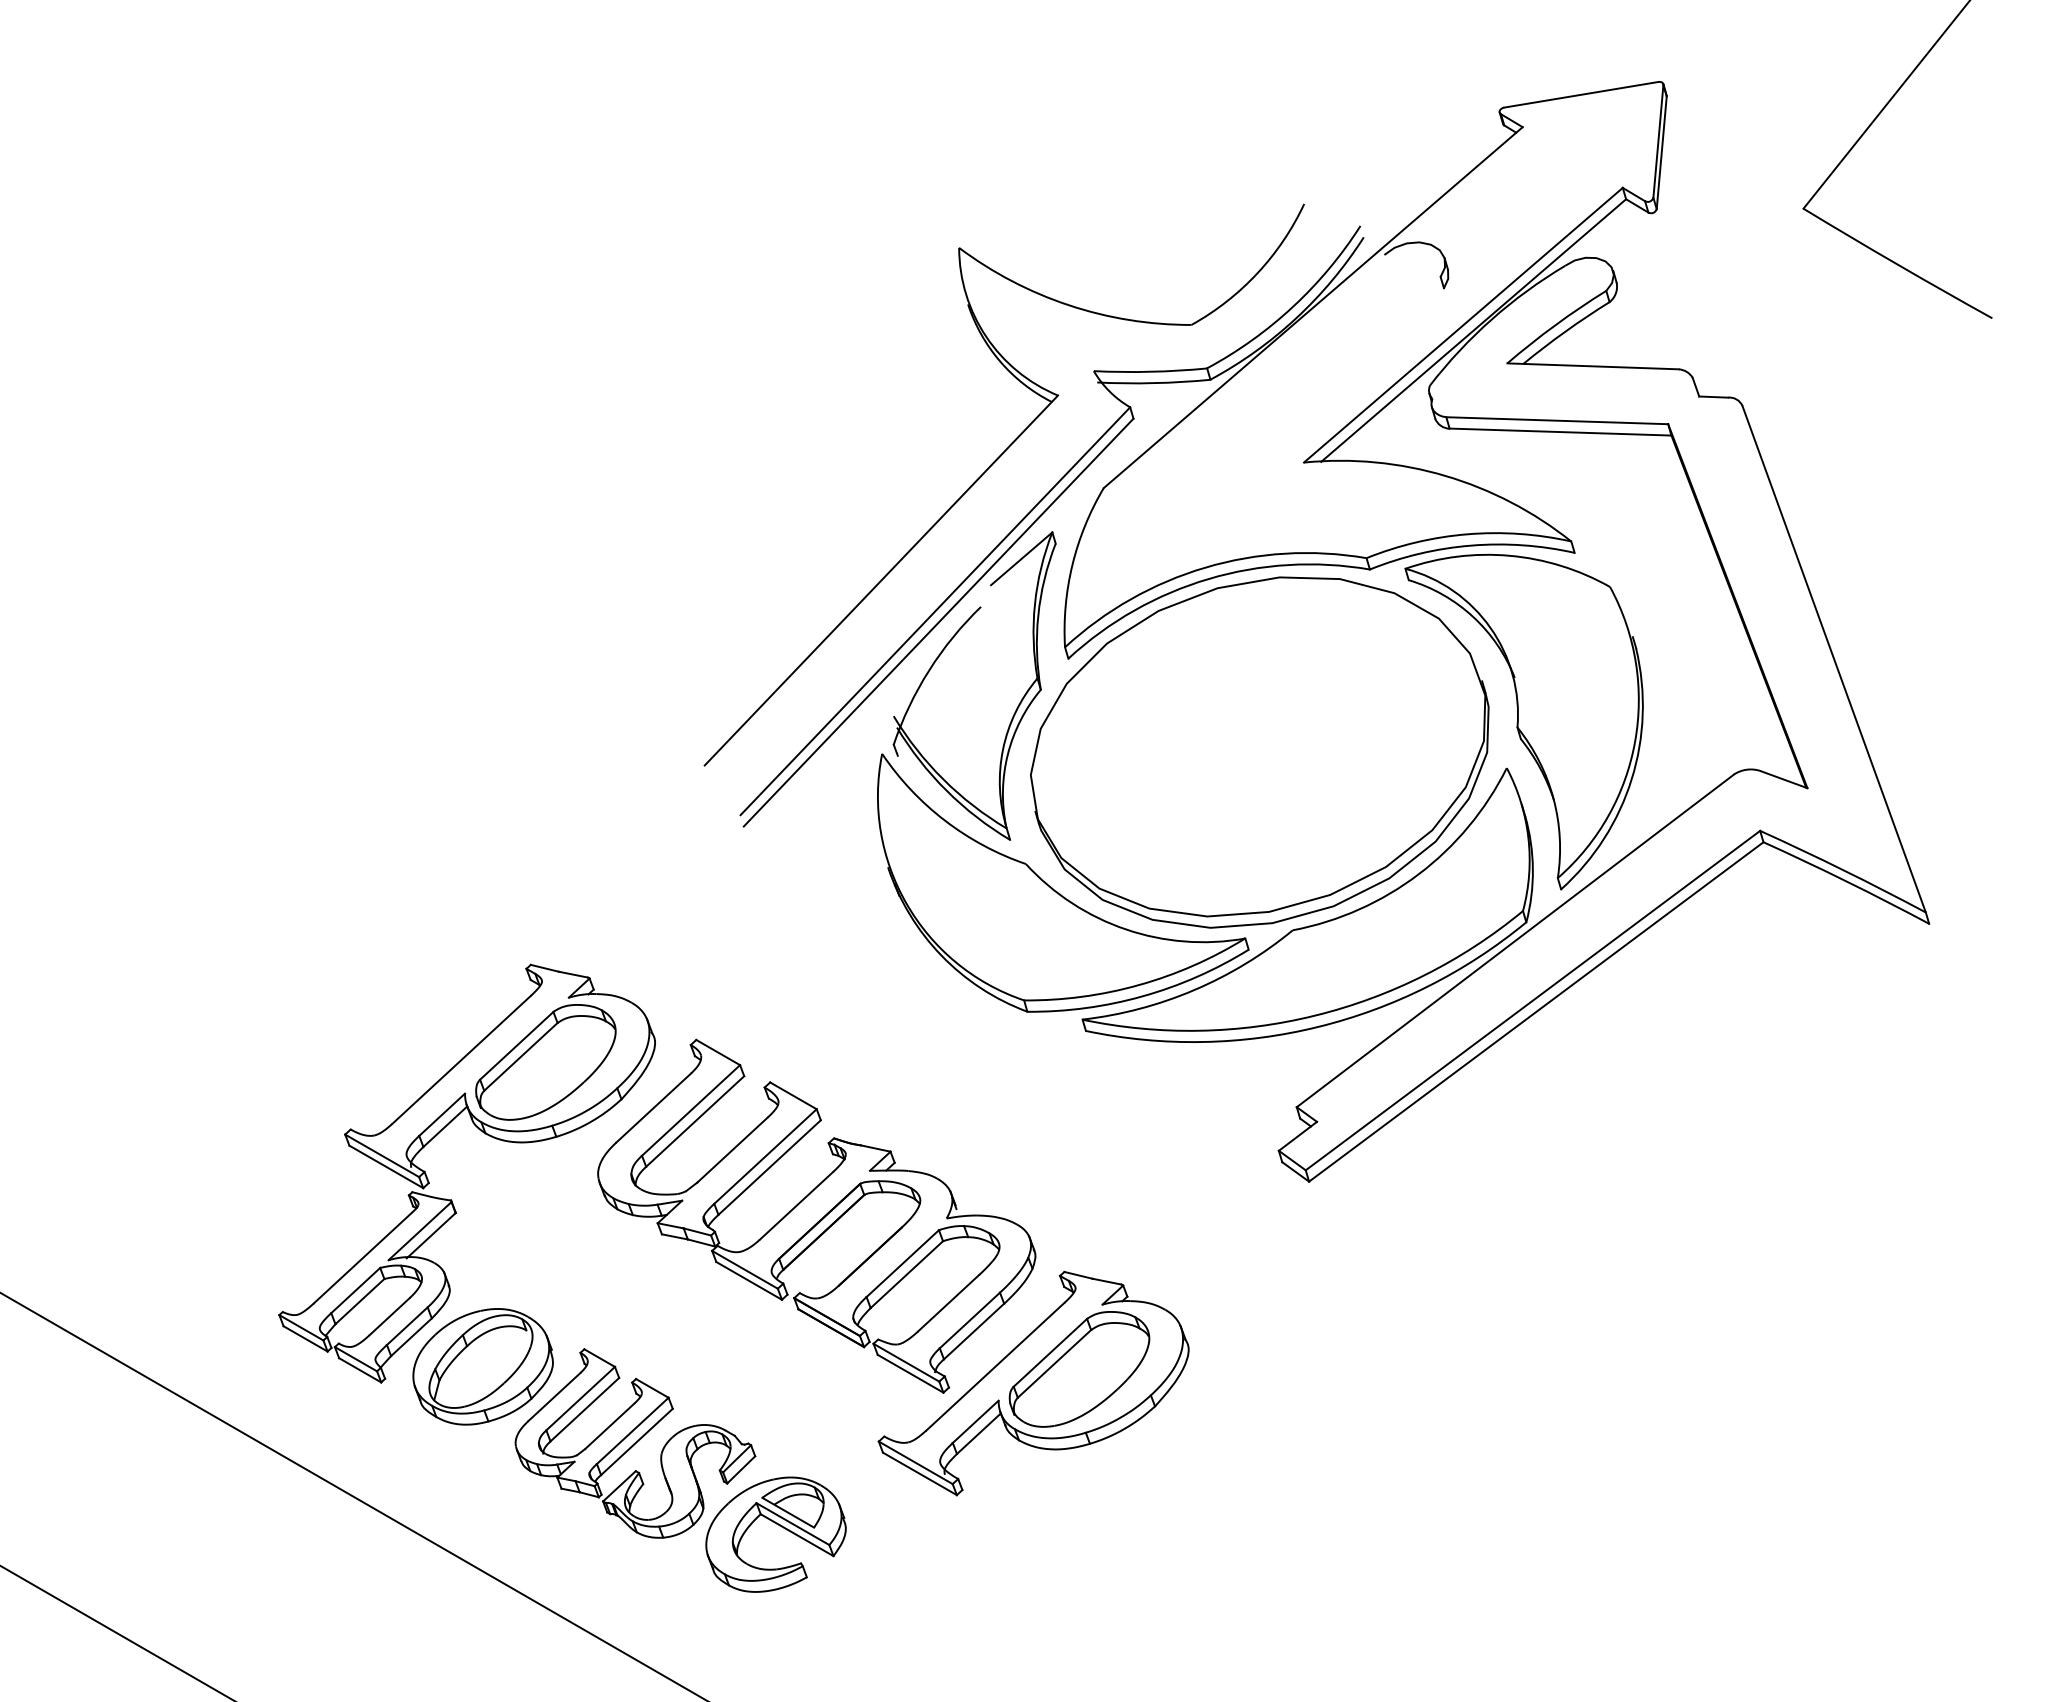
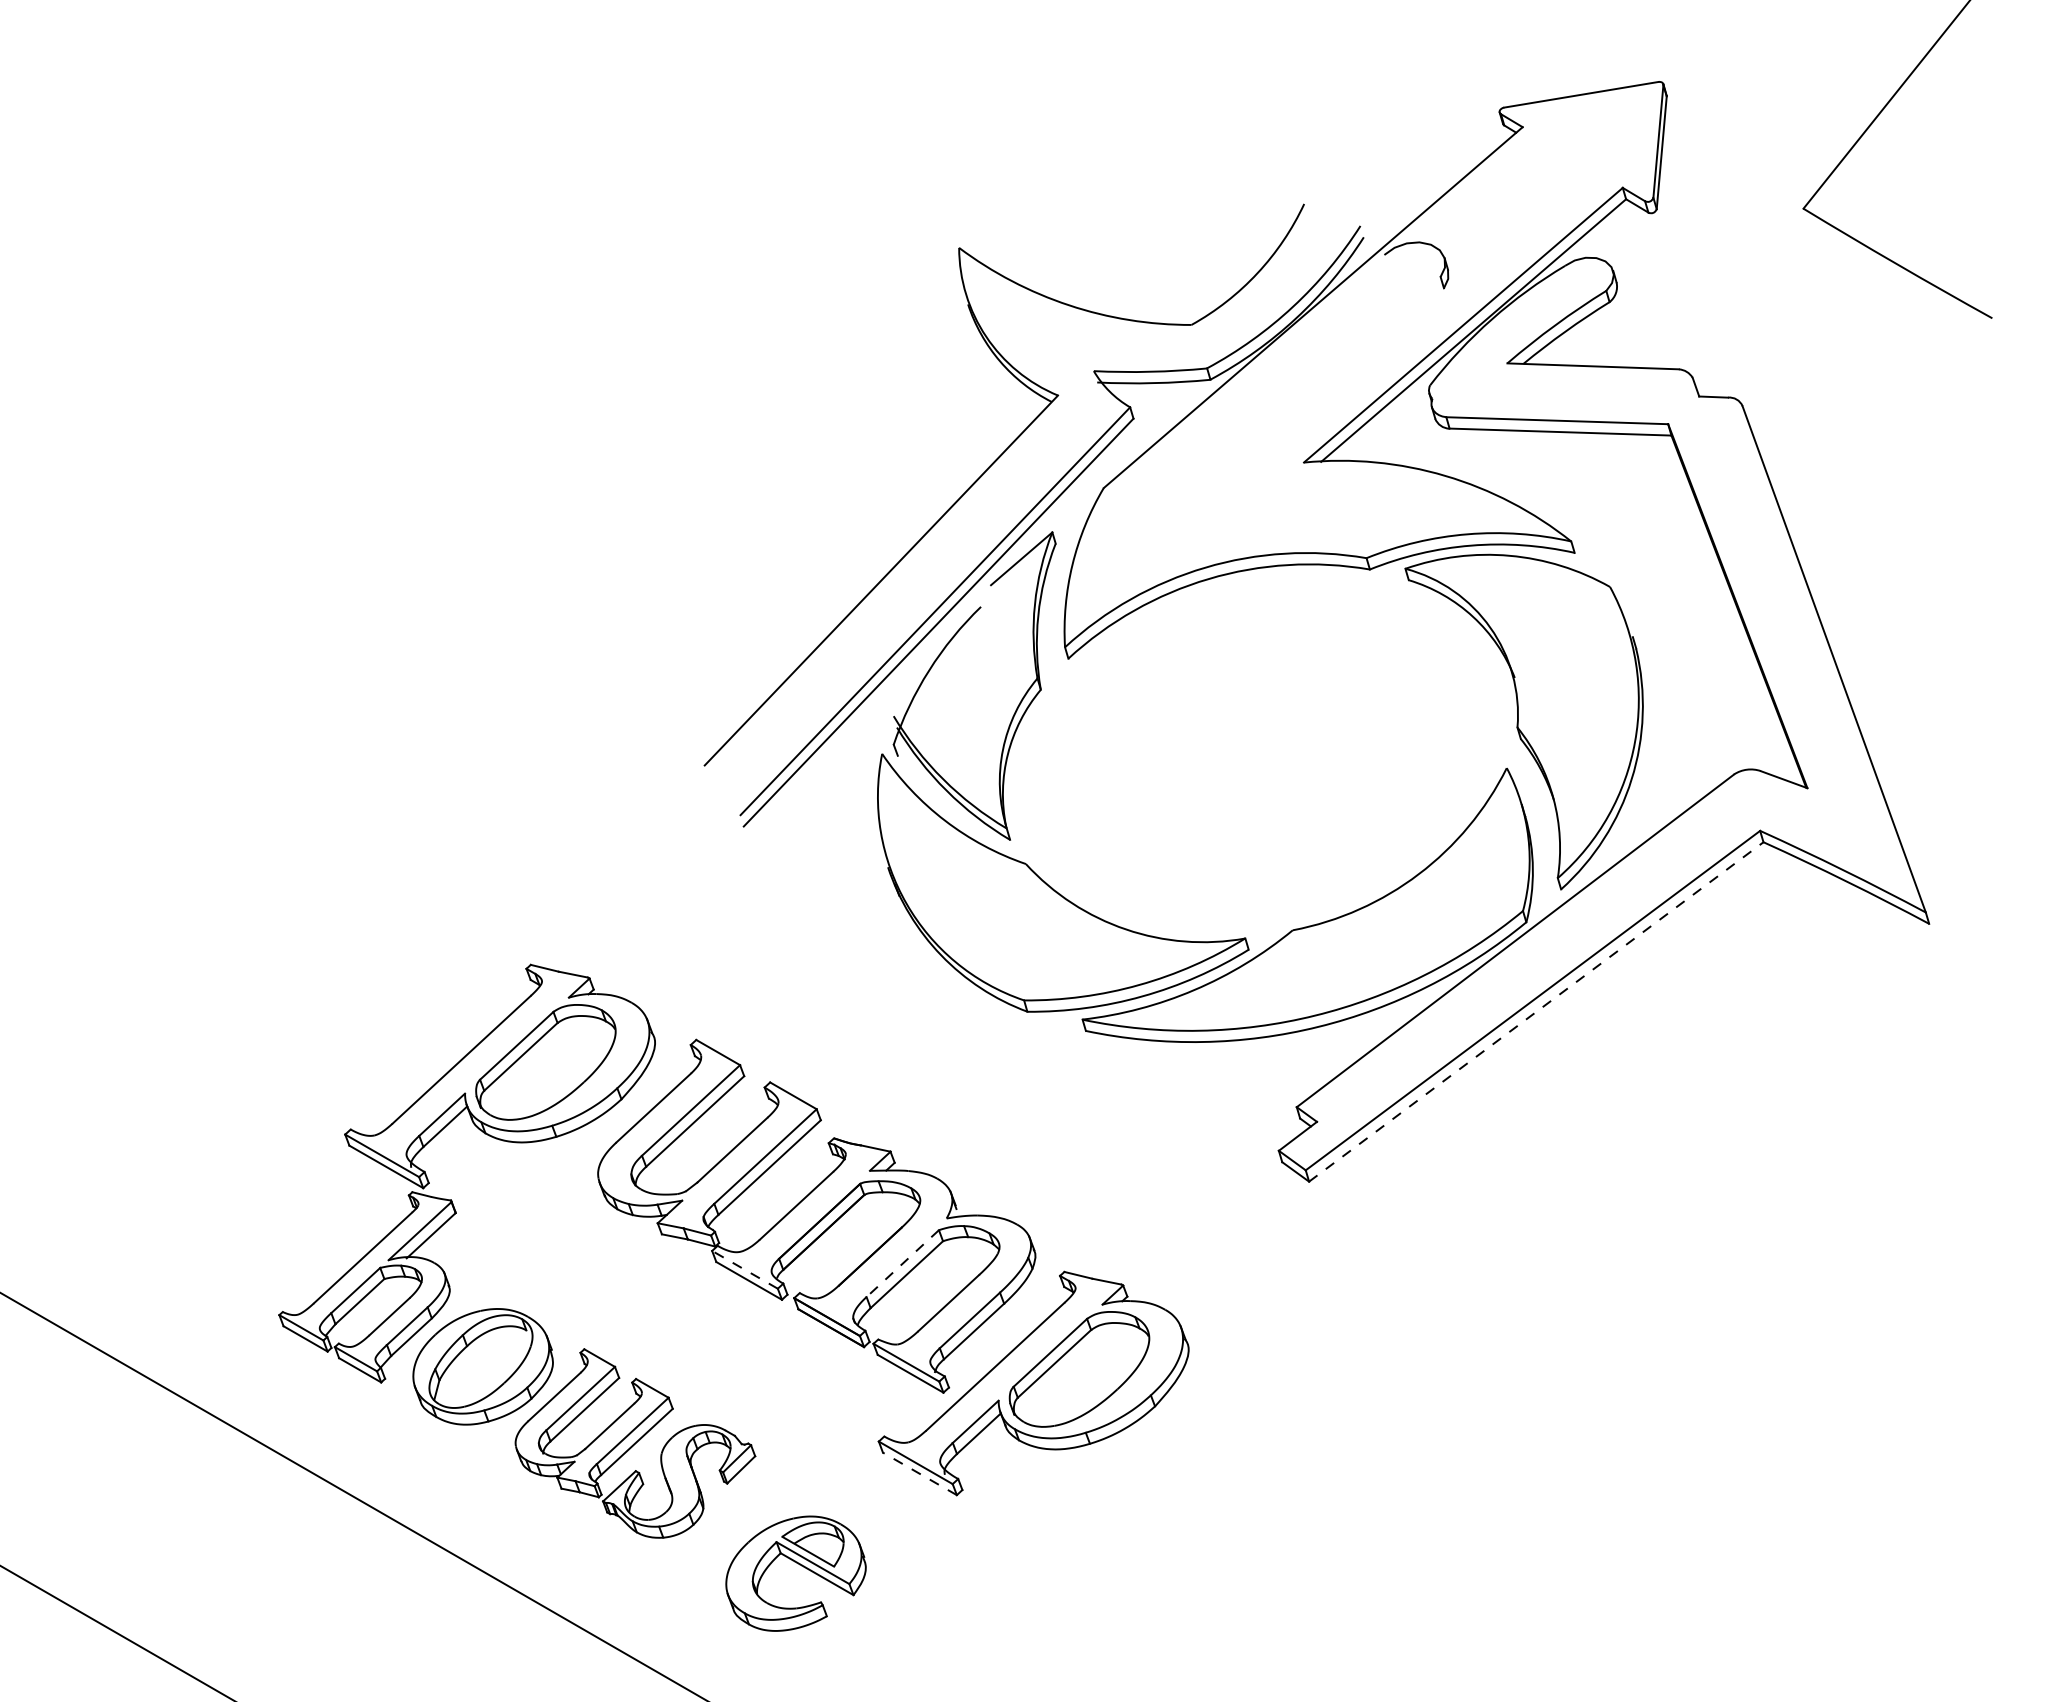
part at (1259, 752): present -> none
line at (1536, 1011): solid -> dashed
line at (902, 1263): solid -> dashed
line at (745, 1269): solid -> dashed
line at (919, 1473): solid -> dashed
part at (779, 1526) position: (779, 1526) -> (799, 1565)
